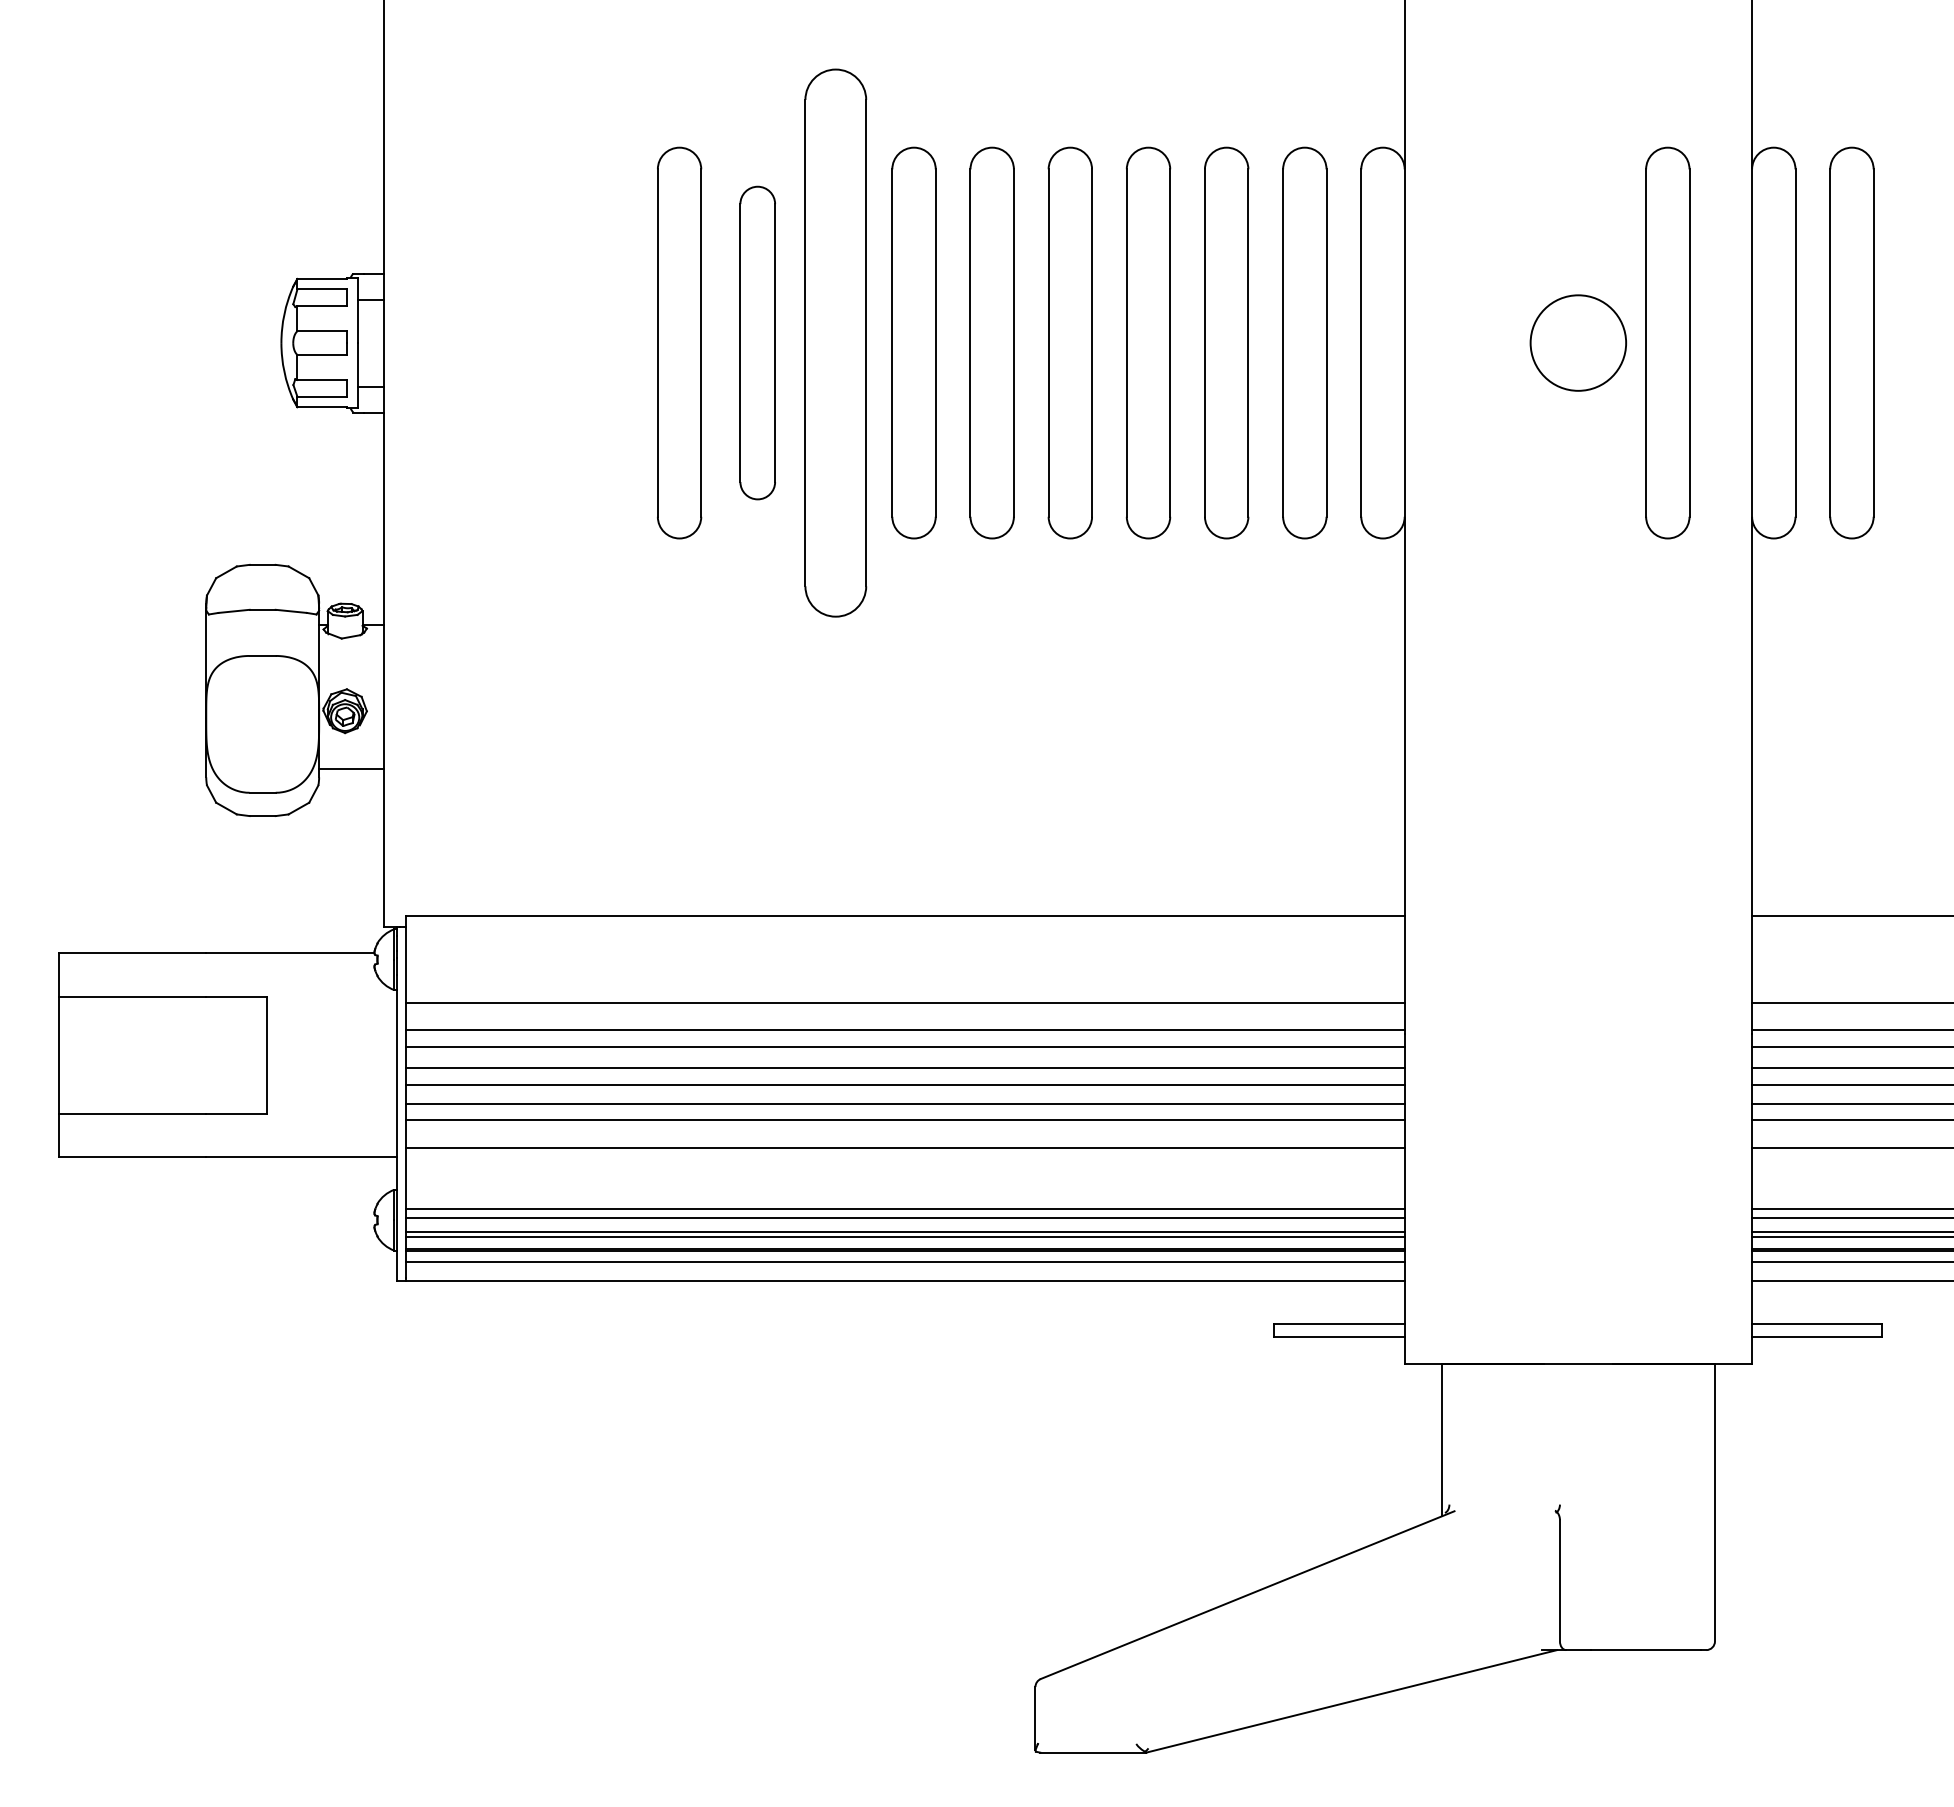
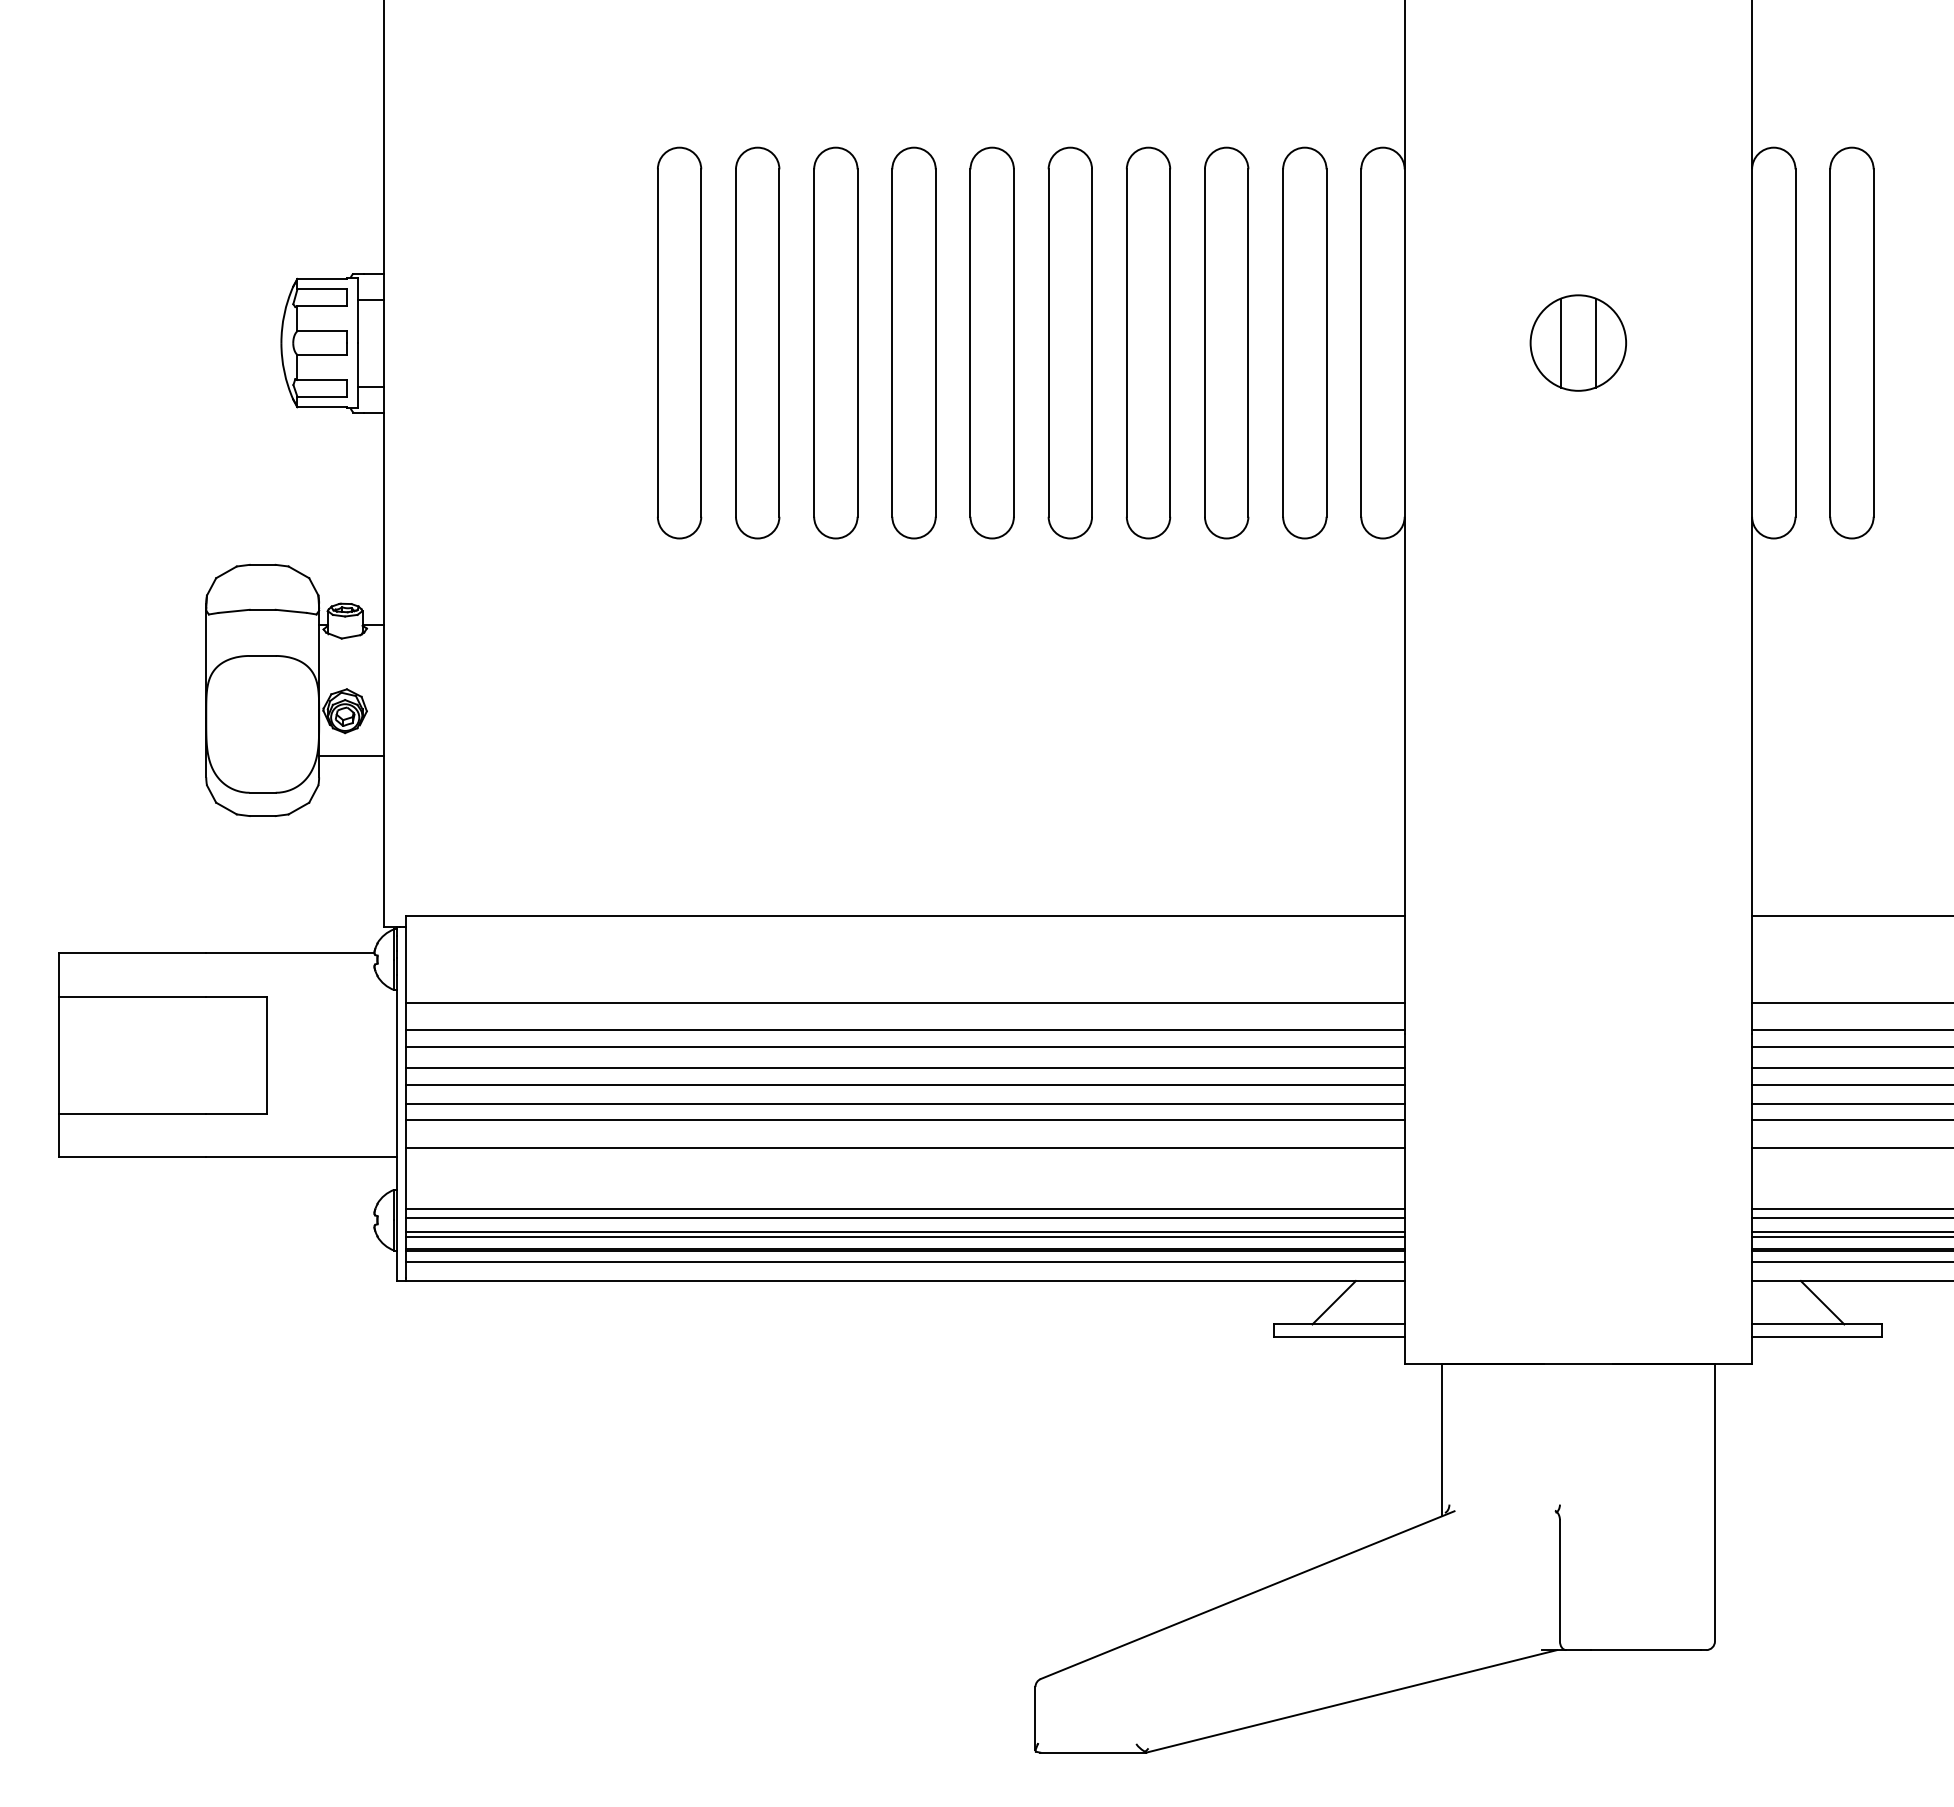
part at (757, 342) size: 37x316 px -> 46x394 px
part at (835, 342) size: 64x550 px -> 46x394 px
line at (1561, 342): none -> present
line at (1595, 342): none -> present
part at (1667, 342): present -> none
line at (351, 768) position: (351, 768) -> (351, 755)
line at (1333, 1302): none -> present
line at (1822, 1302): none -> present
